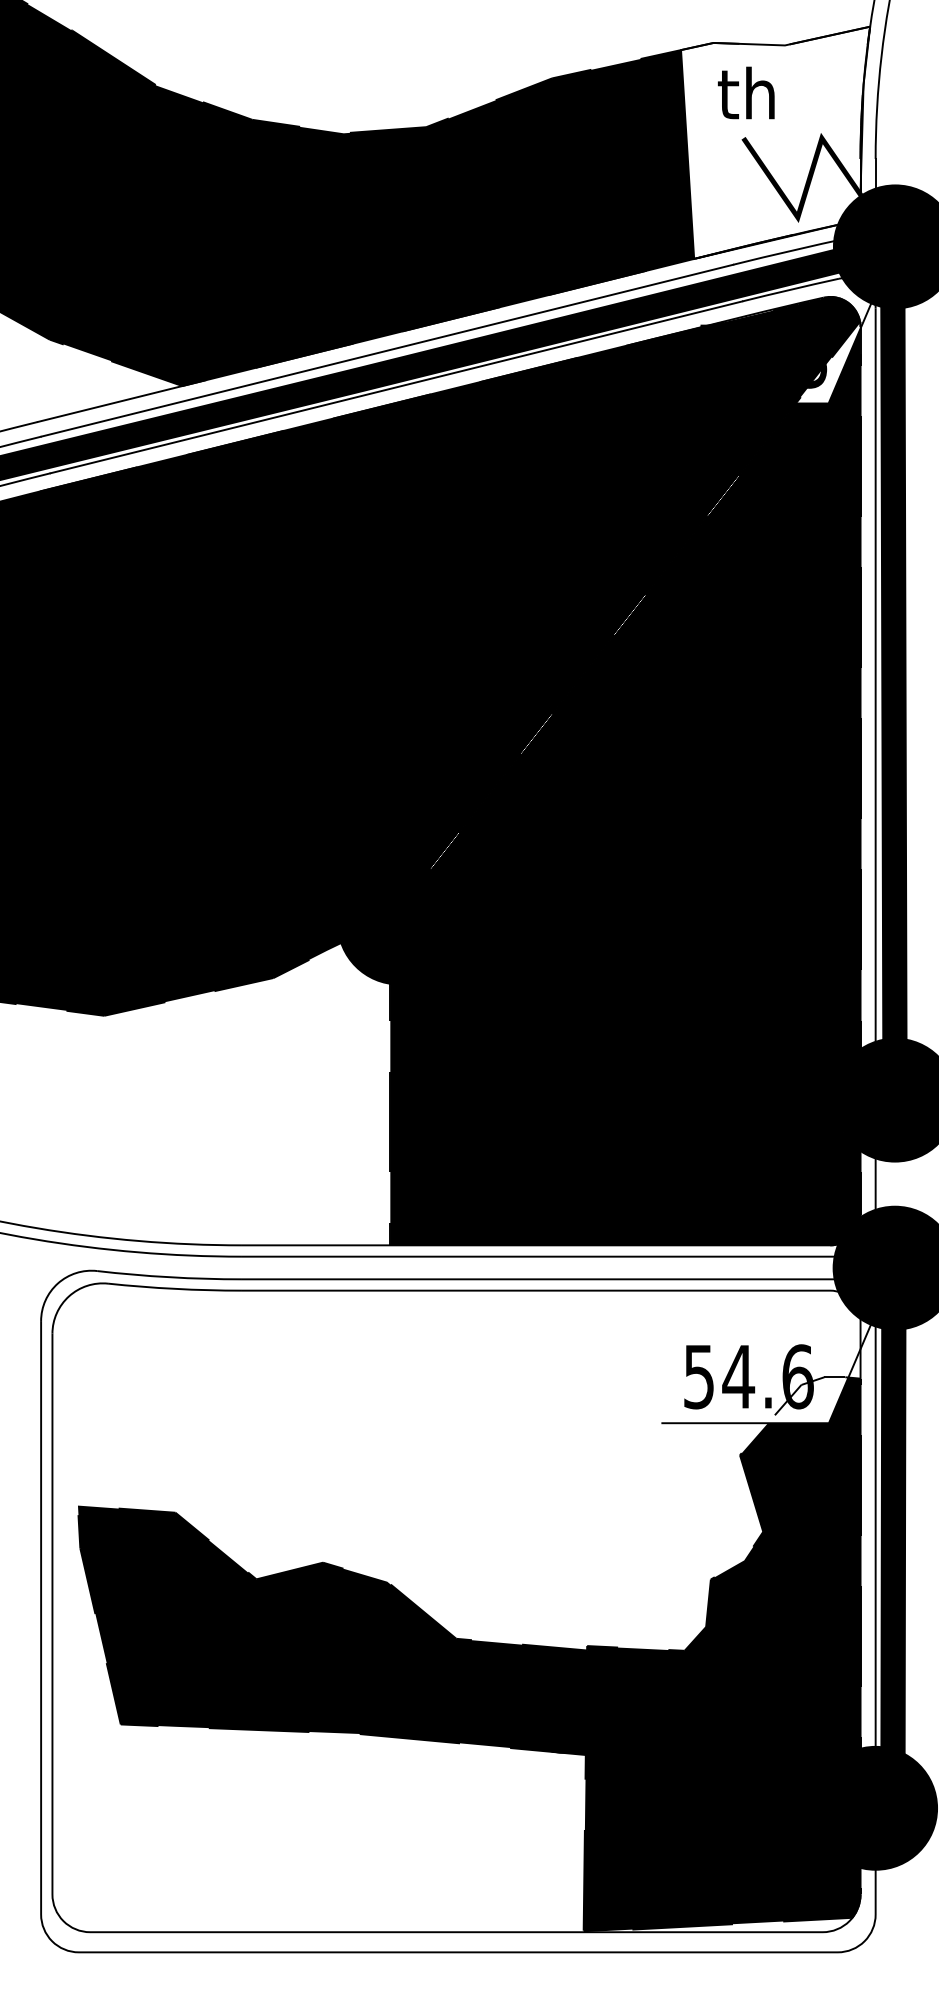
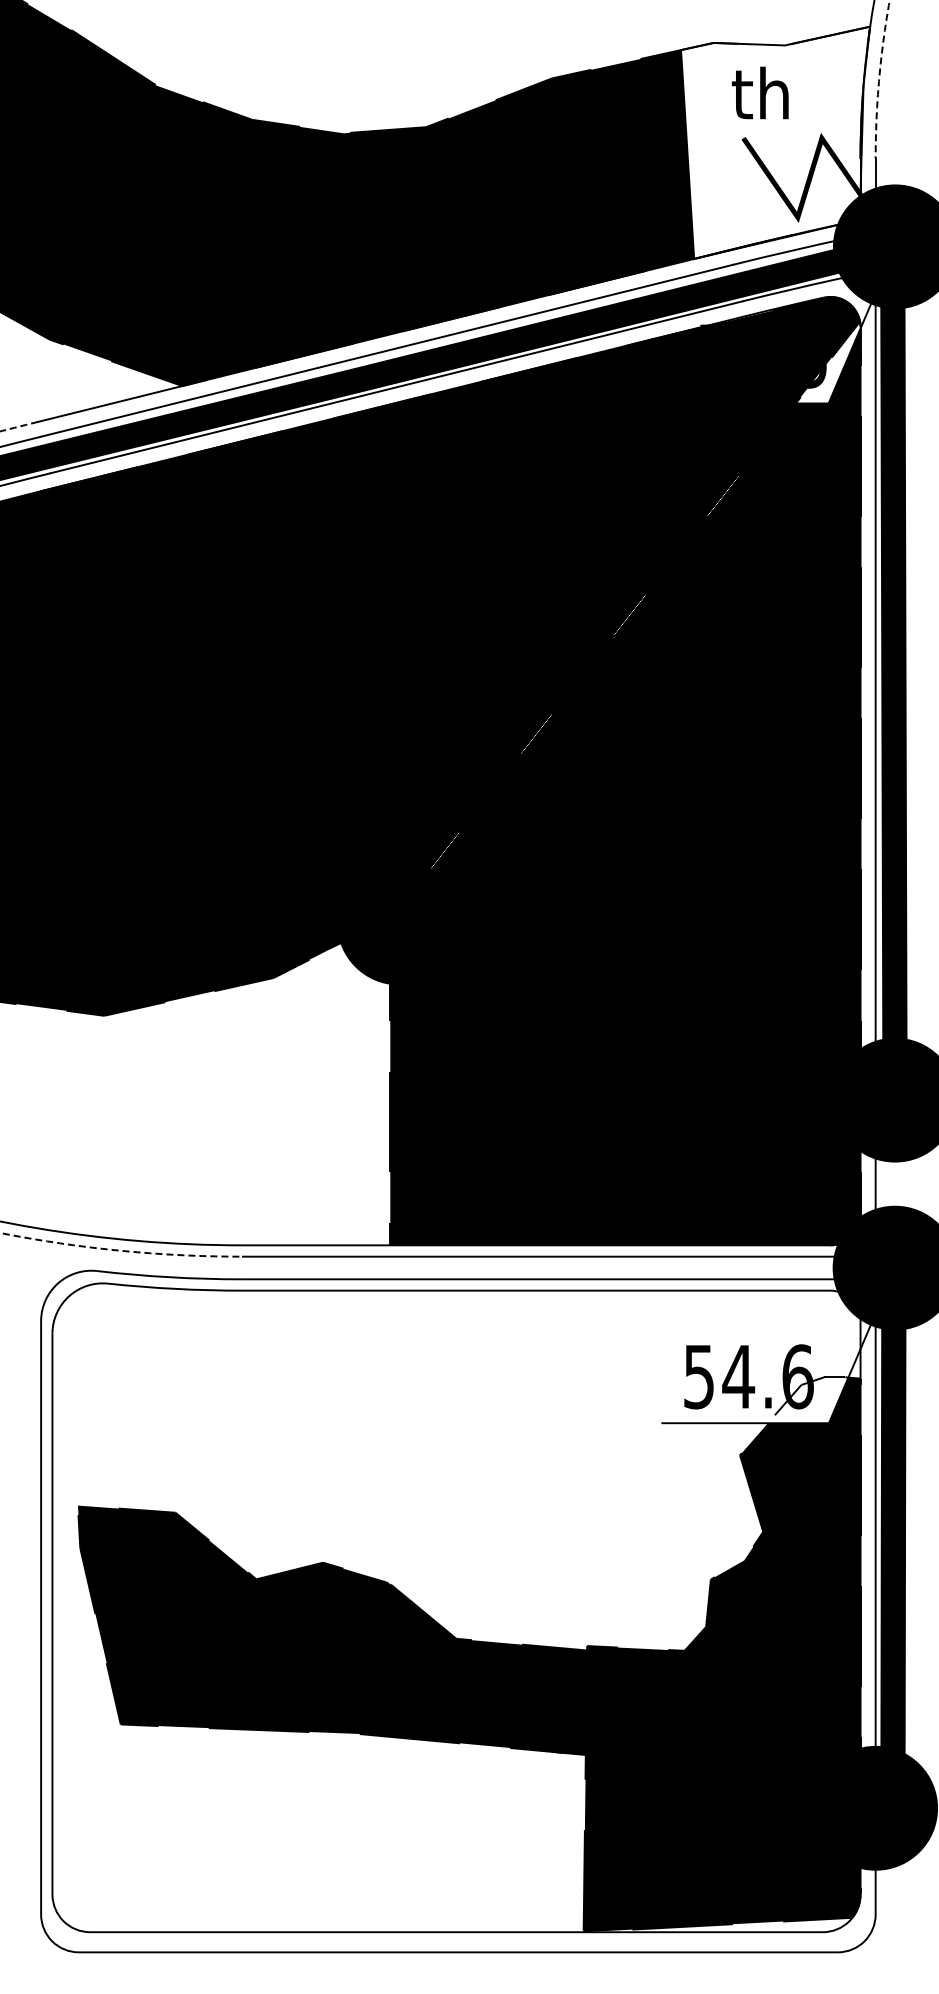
arc at (879, 79): solid -> dashed
text at (746, 92) position: (746, 92) -> (760, 92)
text at (820, 376): 54.3 -> 54.5
arc at (18, 426): solid -> dashed
arc at (120, 1250): solid -> dashed
